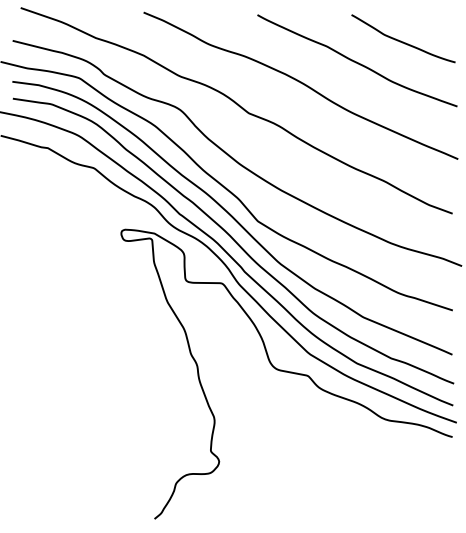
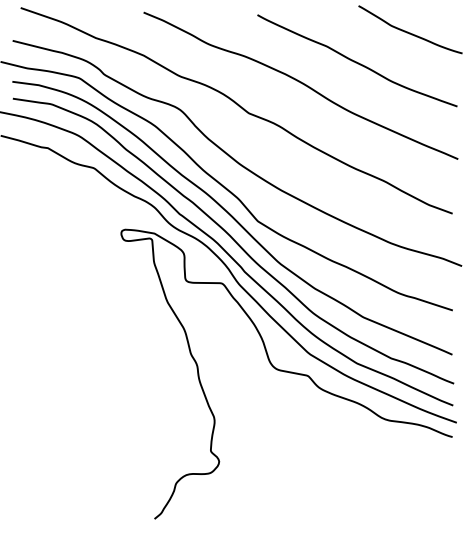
curve at (403, 41) position: (403, 41) -> (410, 32)
